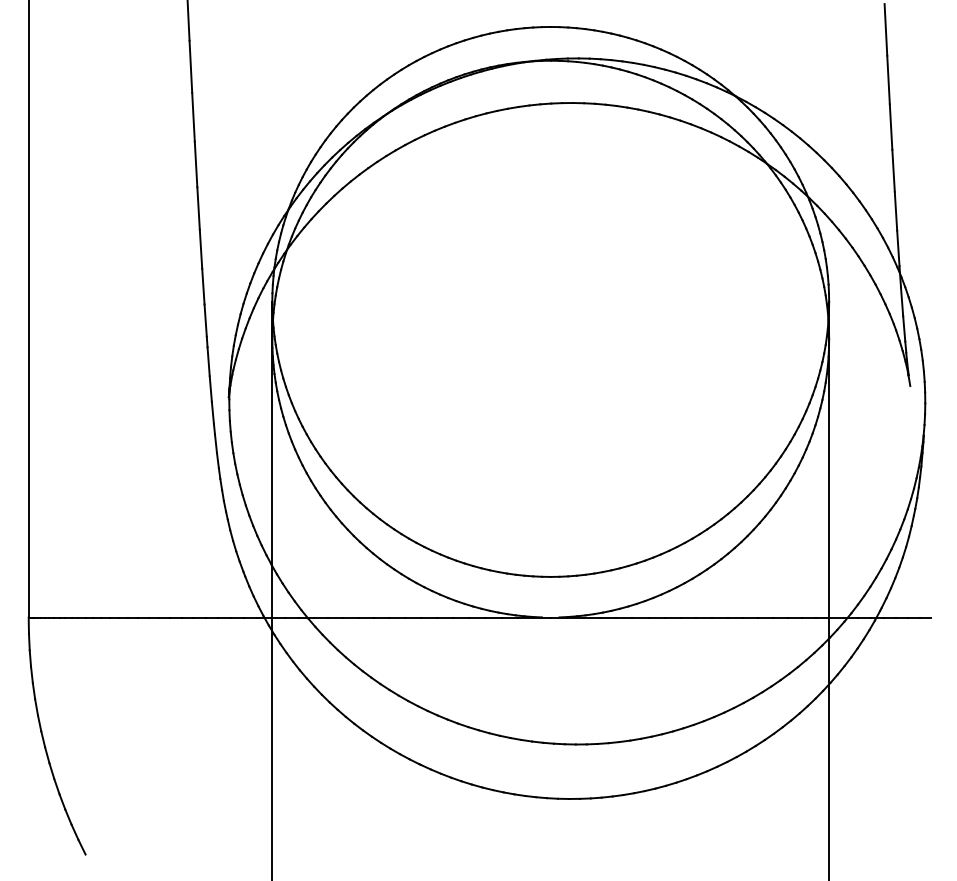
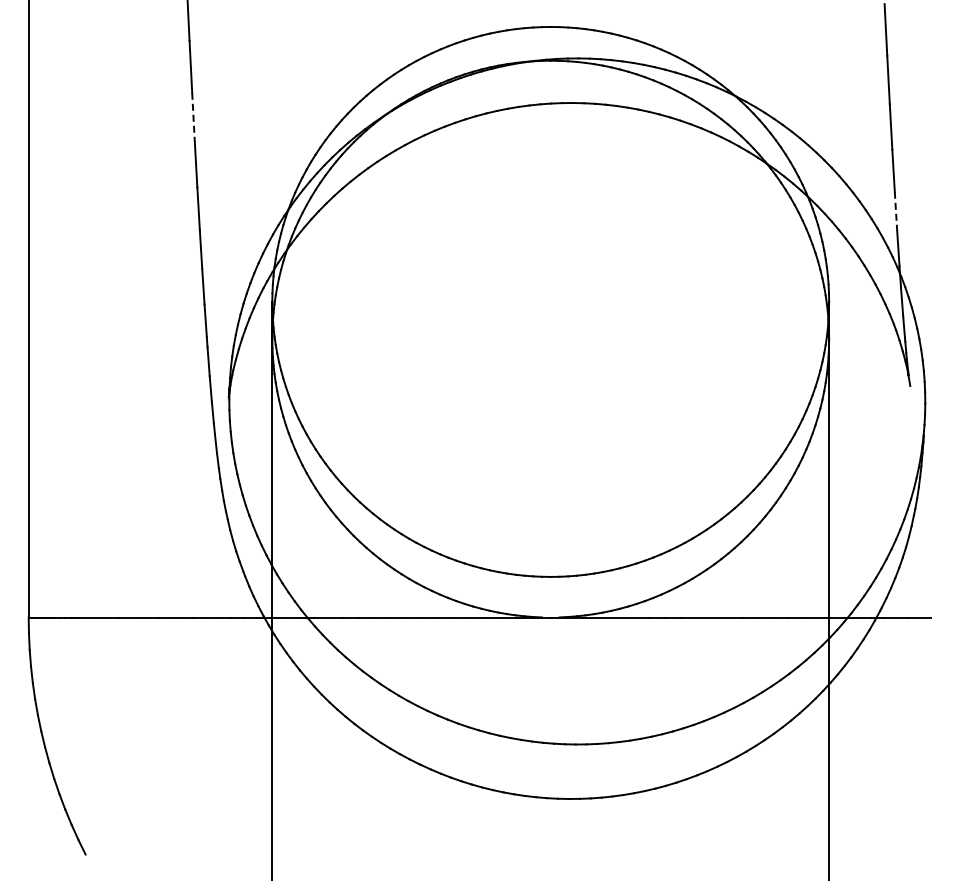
line at (193, 117): solid -> dashed
line at (896, 211): solid -> dashed
